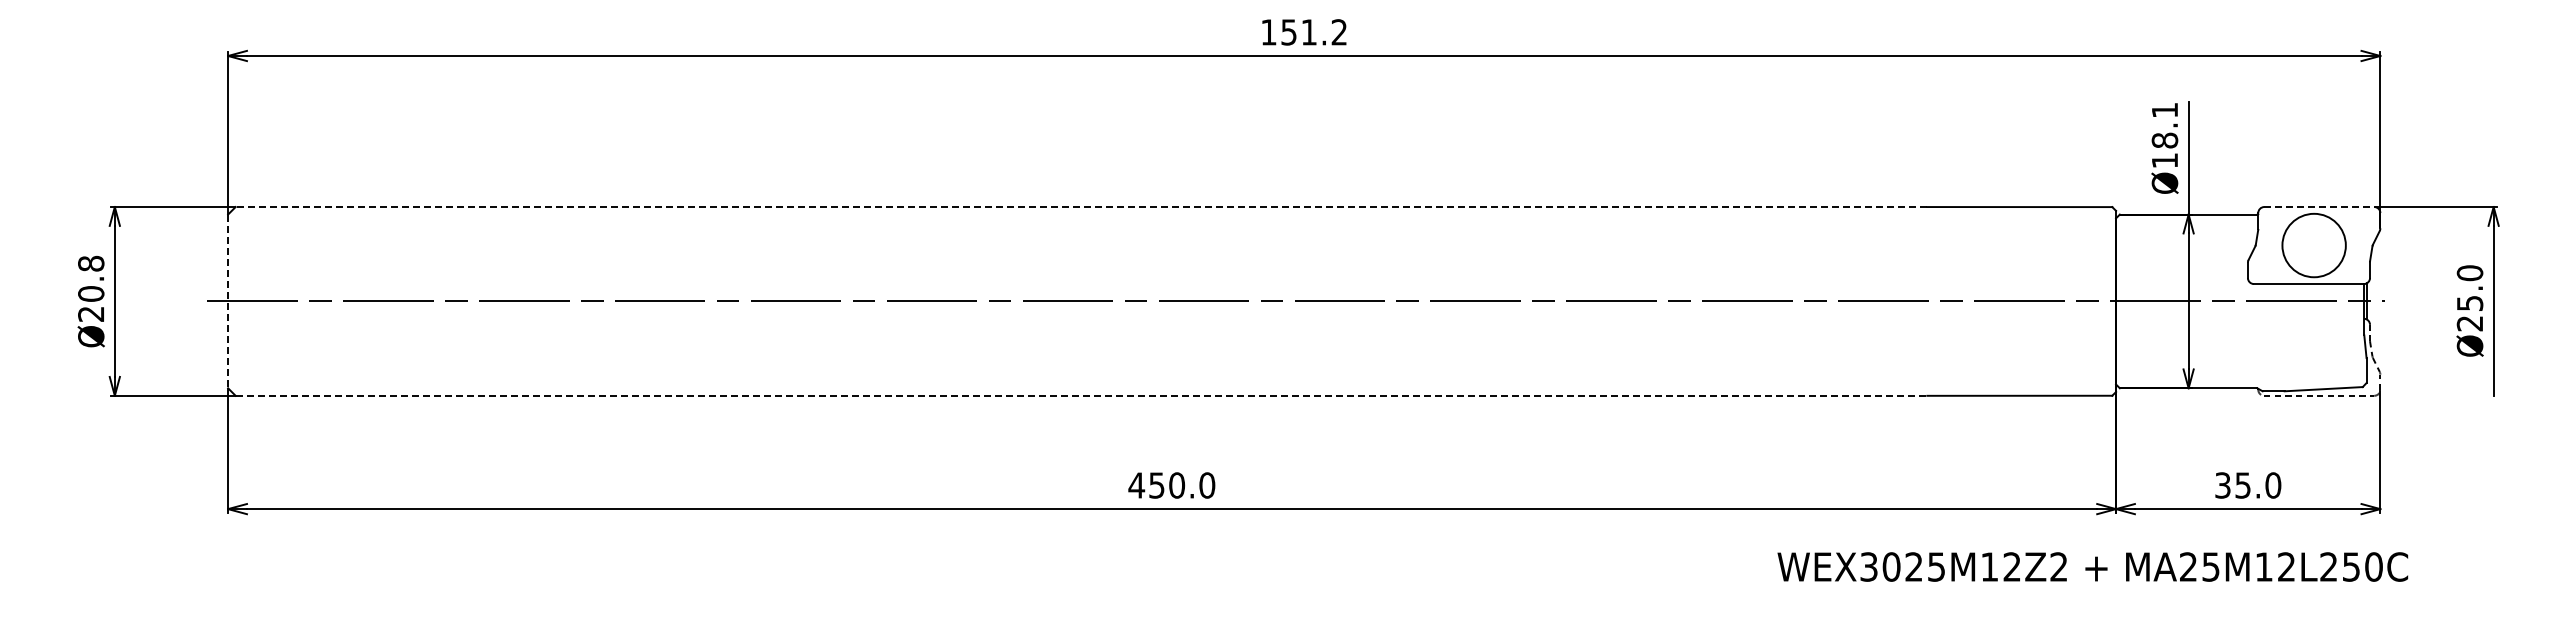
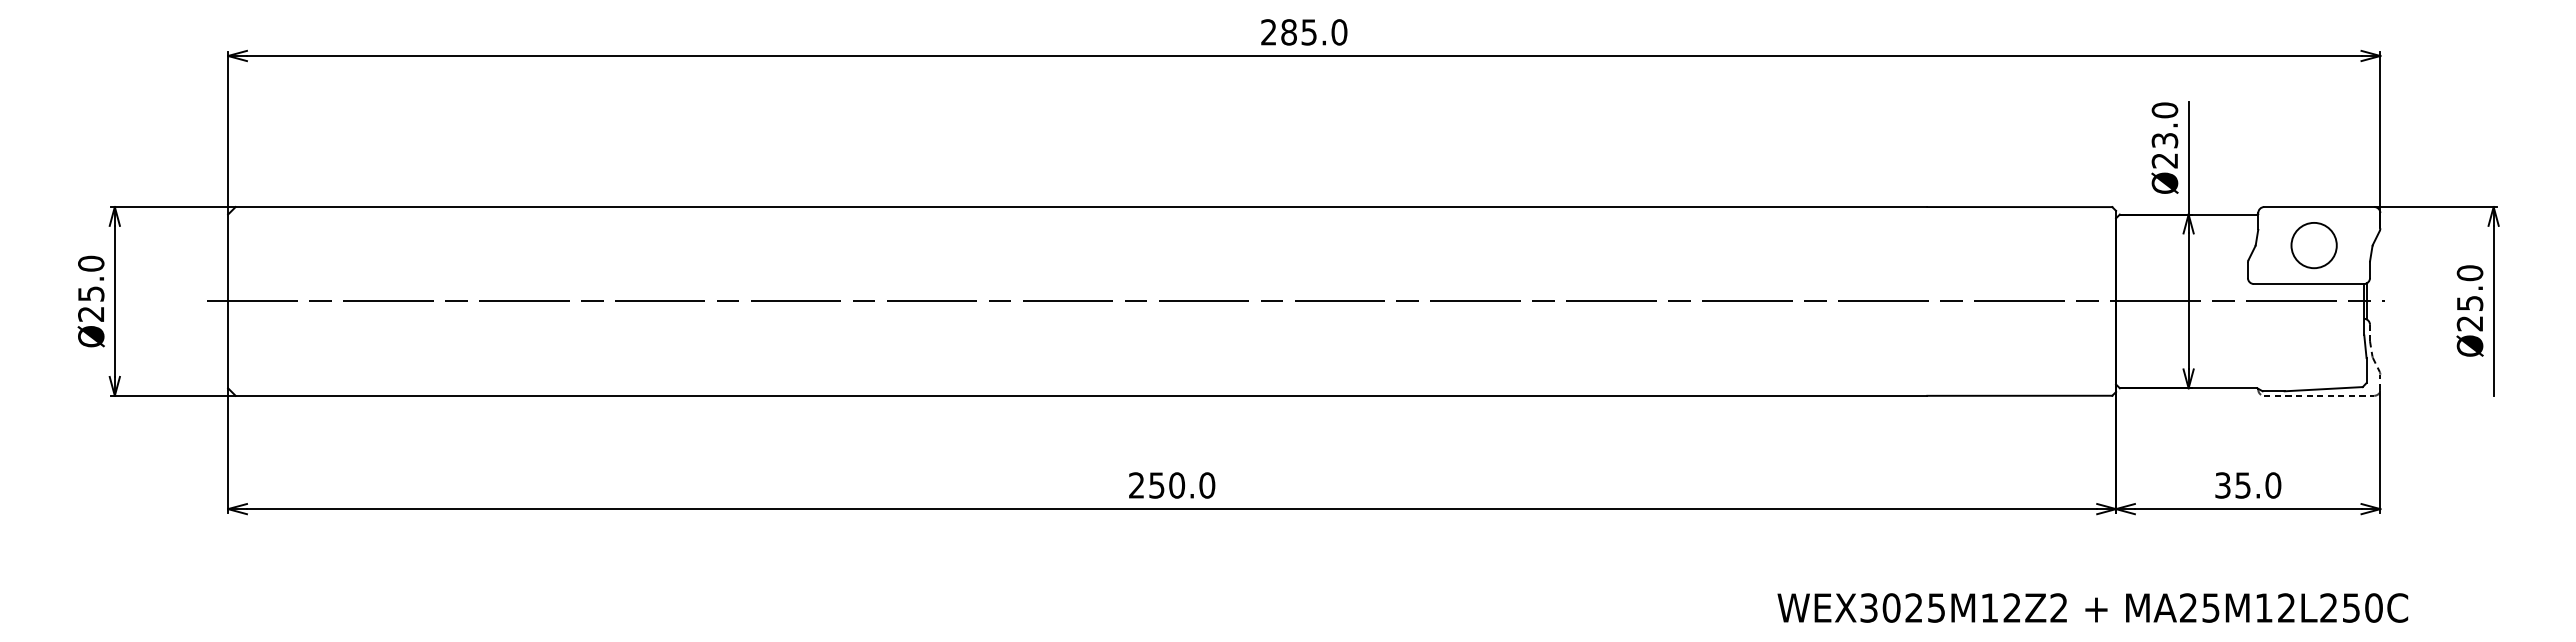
text at (1304, 32): 151.2 -> 285.0
text at (2164, 135): Ø18.1 -> Ø23.0
line at (1081, 207): dashed -> solid
line at (2319, 207): dashed -> solid
circle at (2313, 245) diameter: 63 px -> 45 px
text at (91, 278): Ø20.8 -> Ø25.0
line at (228, 301): dashed -> solid
line at (1081, 395): dashed -> solid
text at (1136, 485): 450.0 -> 250.0
text at (2092, 566) position: (2092, 566) -> (2092, 607)
